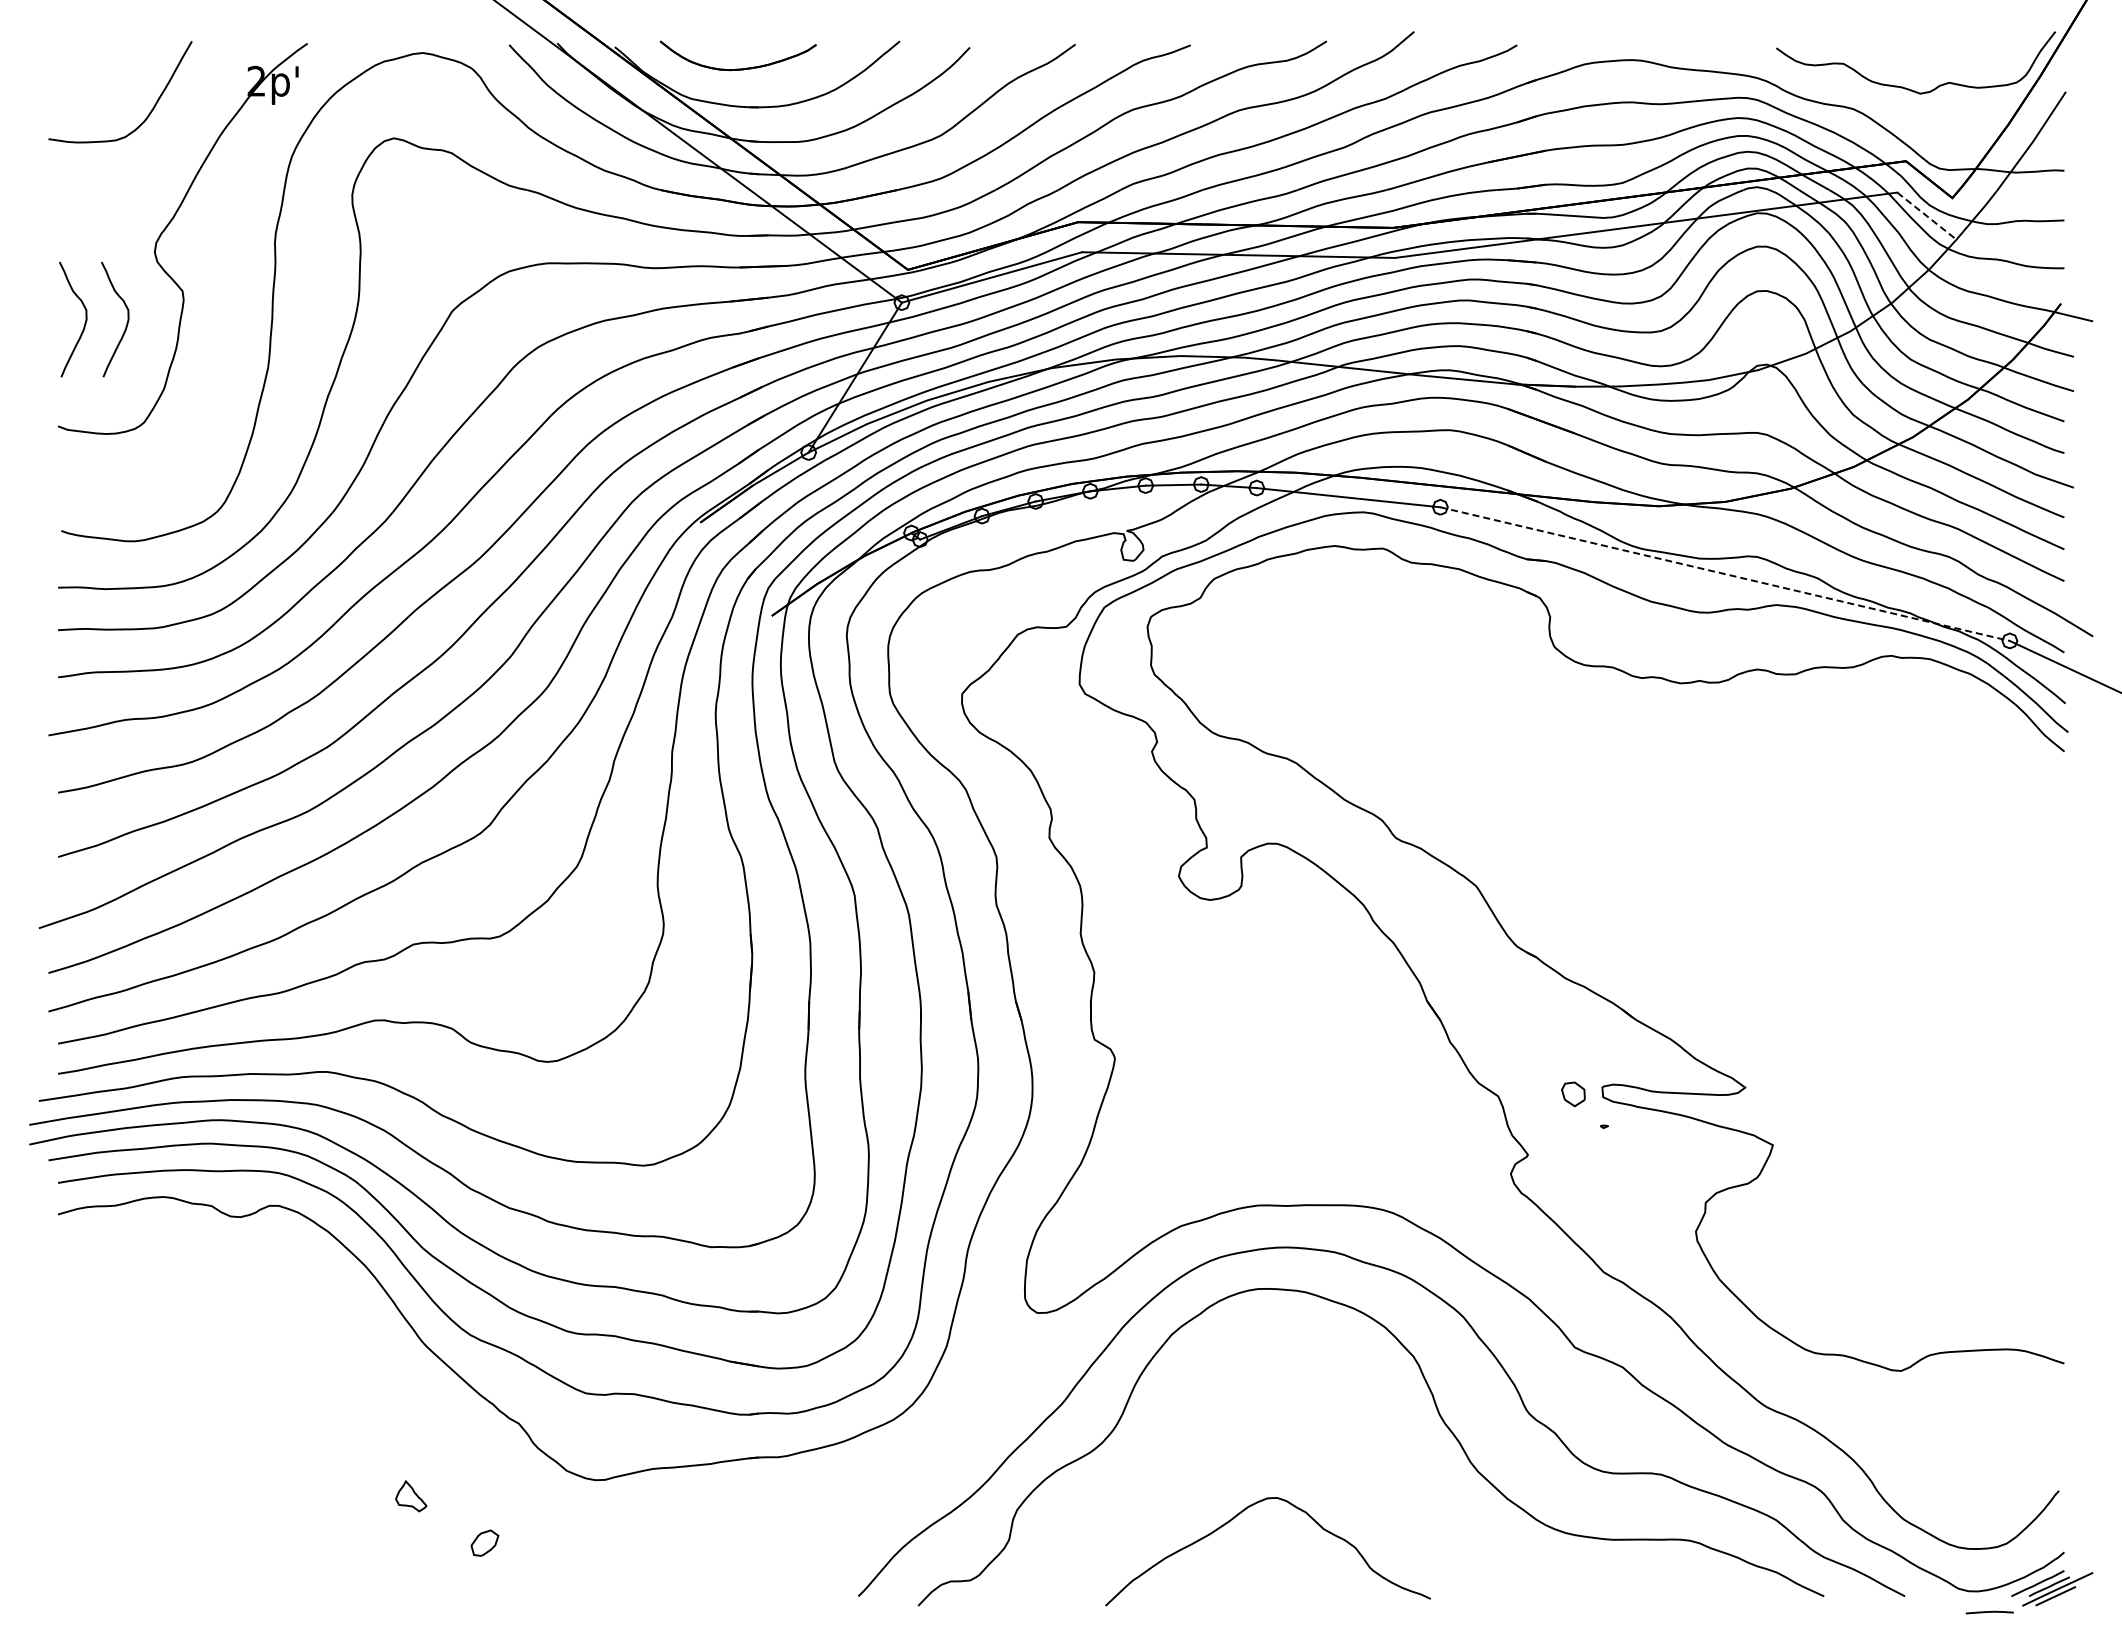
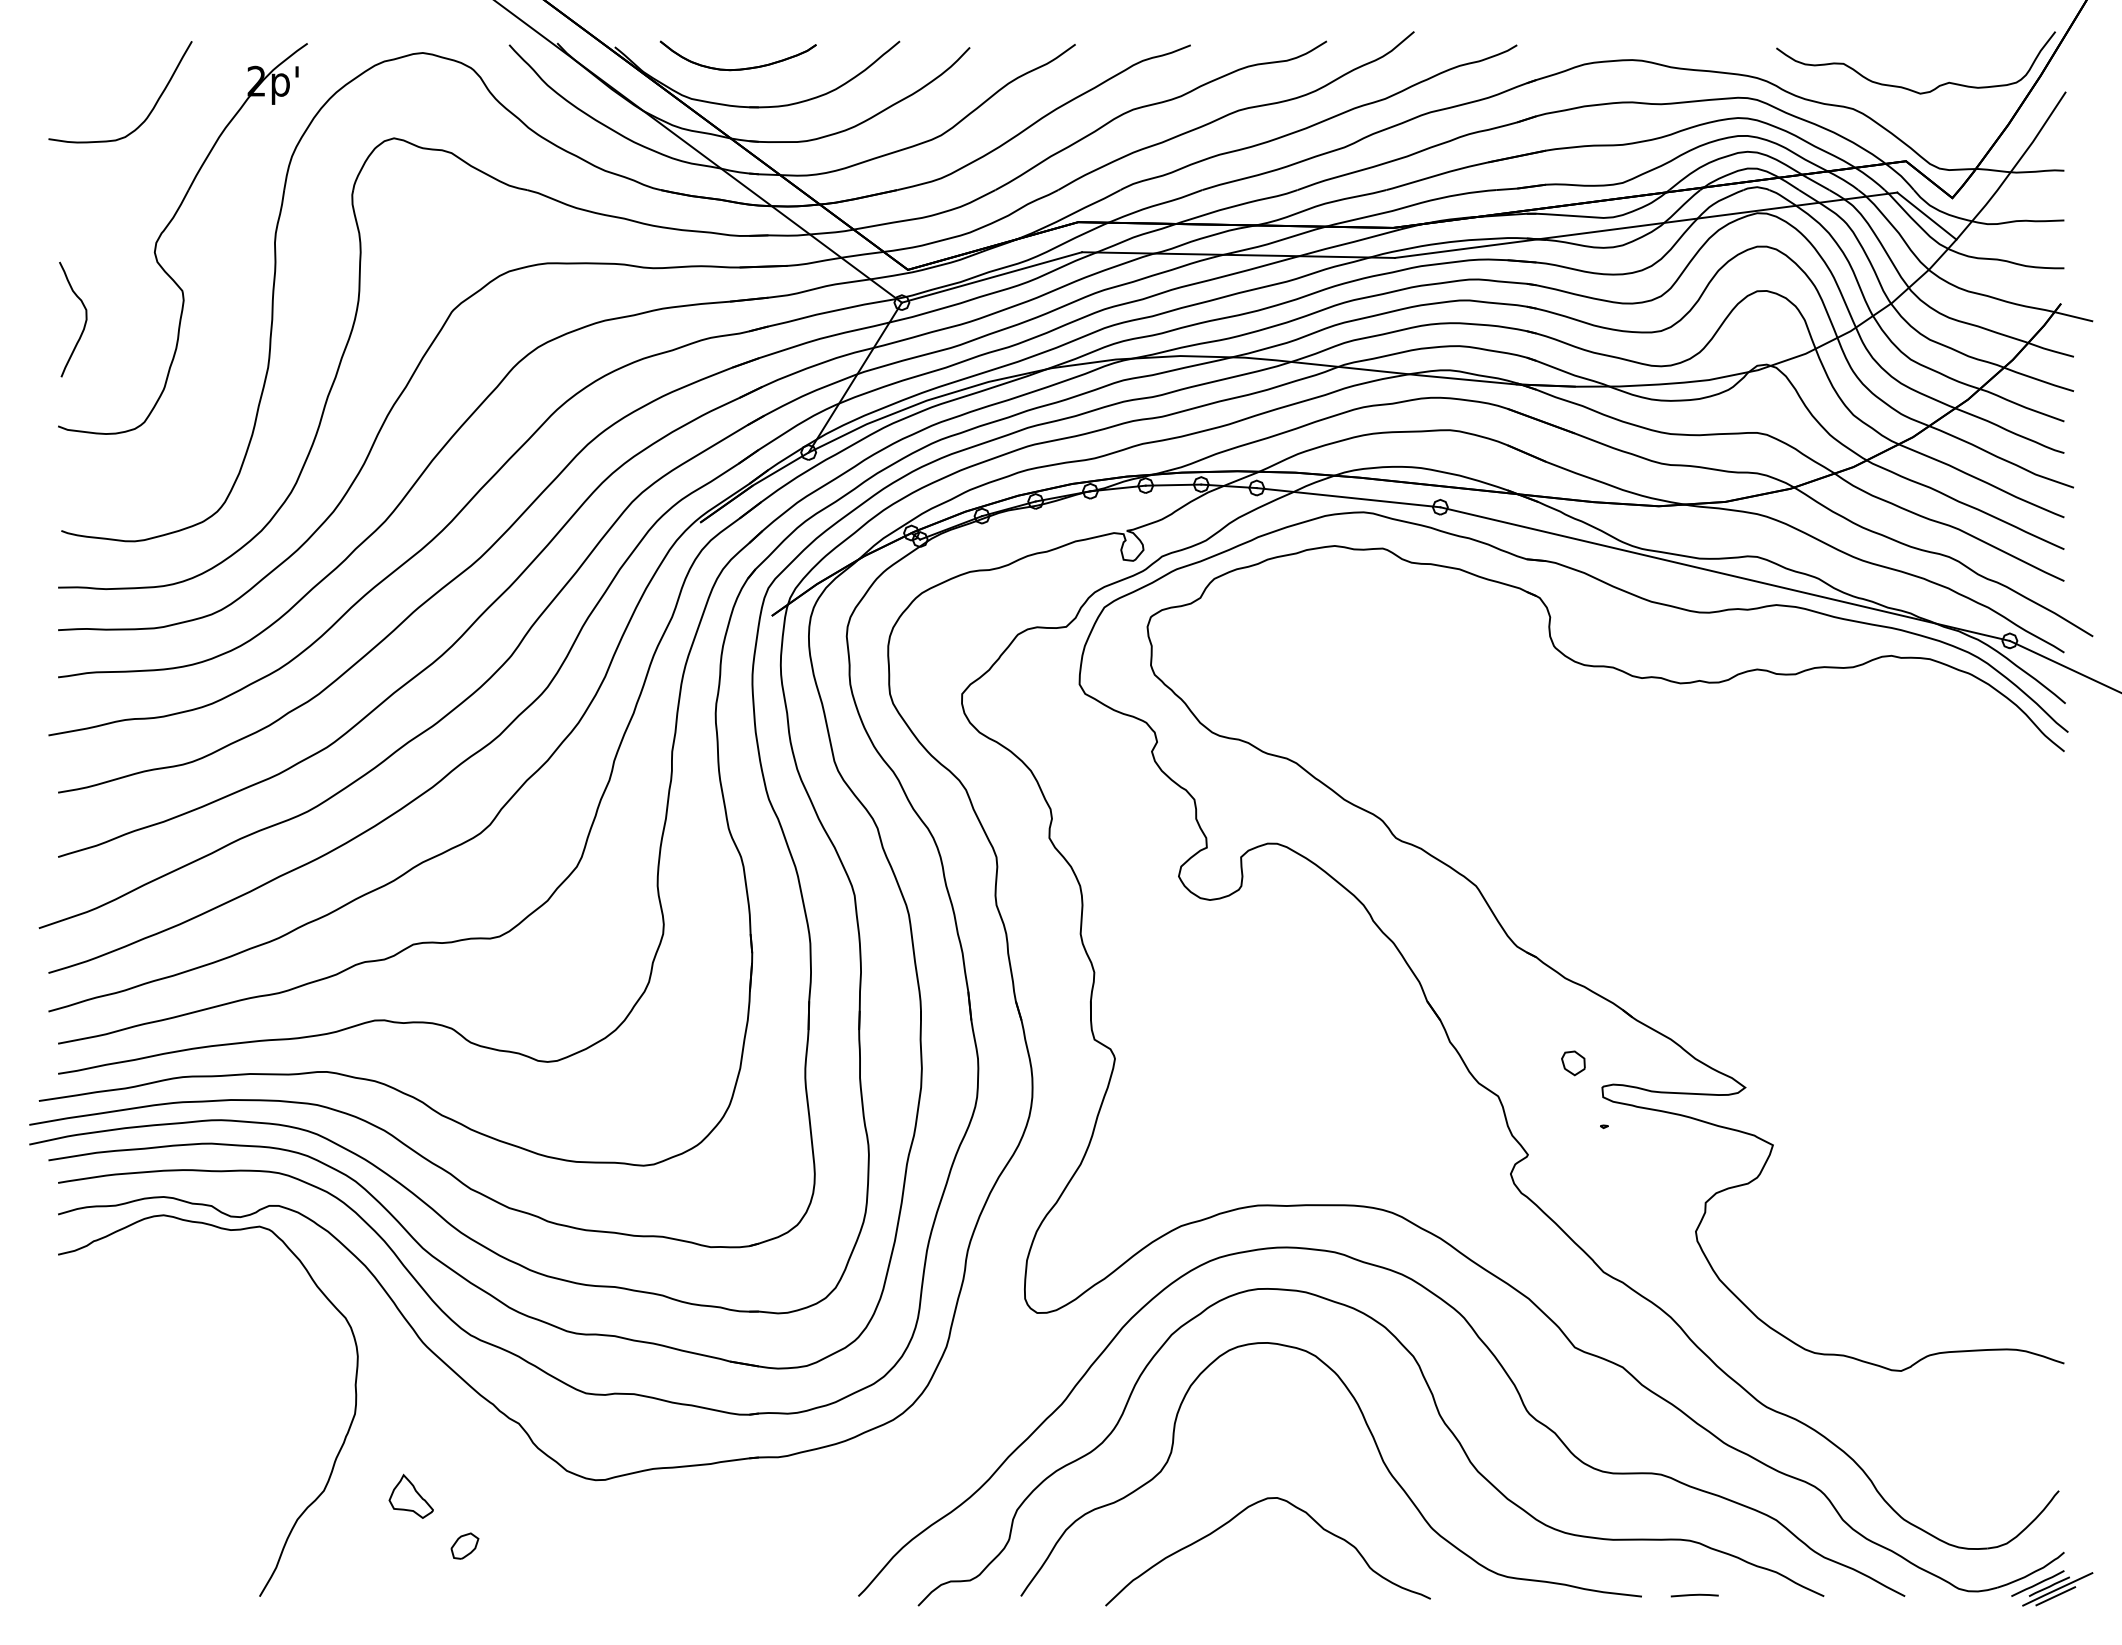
line at (1926, 216): dashed -> solid
curve at (126, 322): present -> none
line at (1725, 574): dashed -> solid
part at (1573, 1094) position: (1573, 1094) -> (1573, 1063)
curve at (1377, 1450): none -> present
curve at (335, 1457): none -> present
part at (411, 1496) size: 33x33 px -> 46x46 px
part at (484, 1542) position: (484, 1542) -> (464, 1545)
line at (1989, 1612) position: (1989, 1612) -> (1694, 1595)
